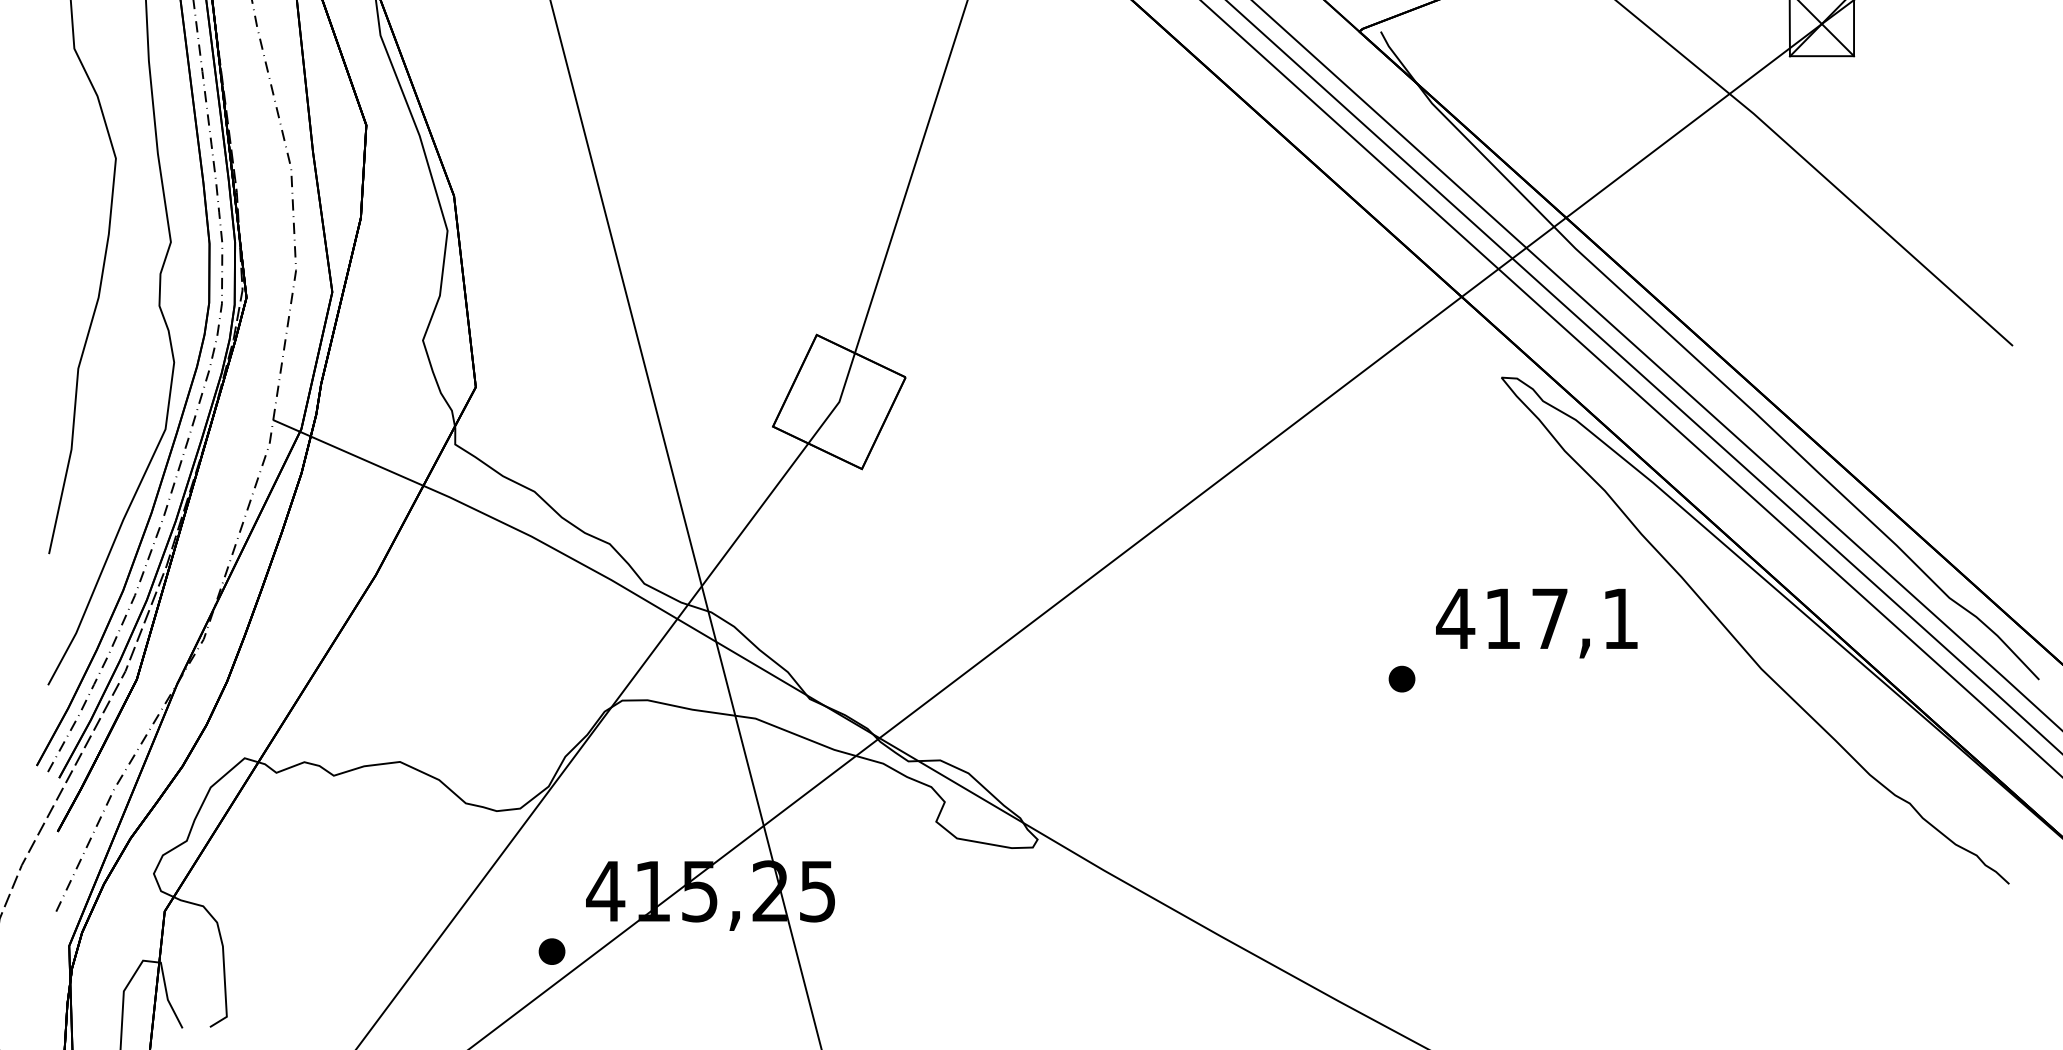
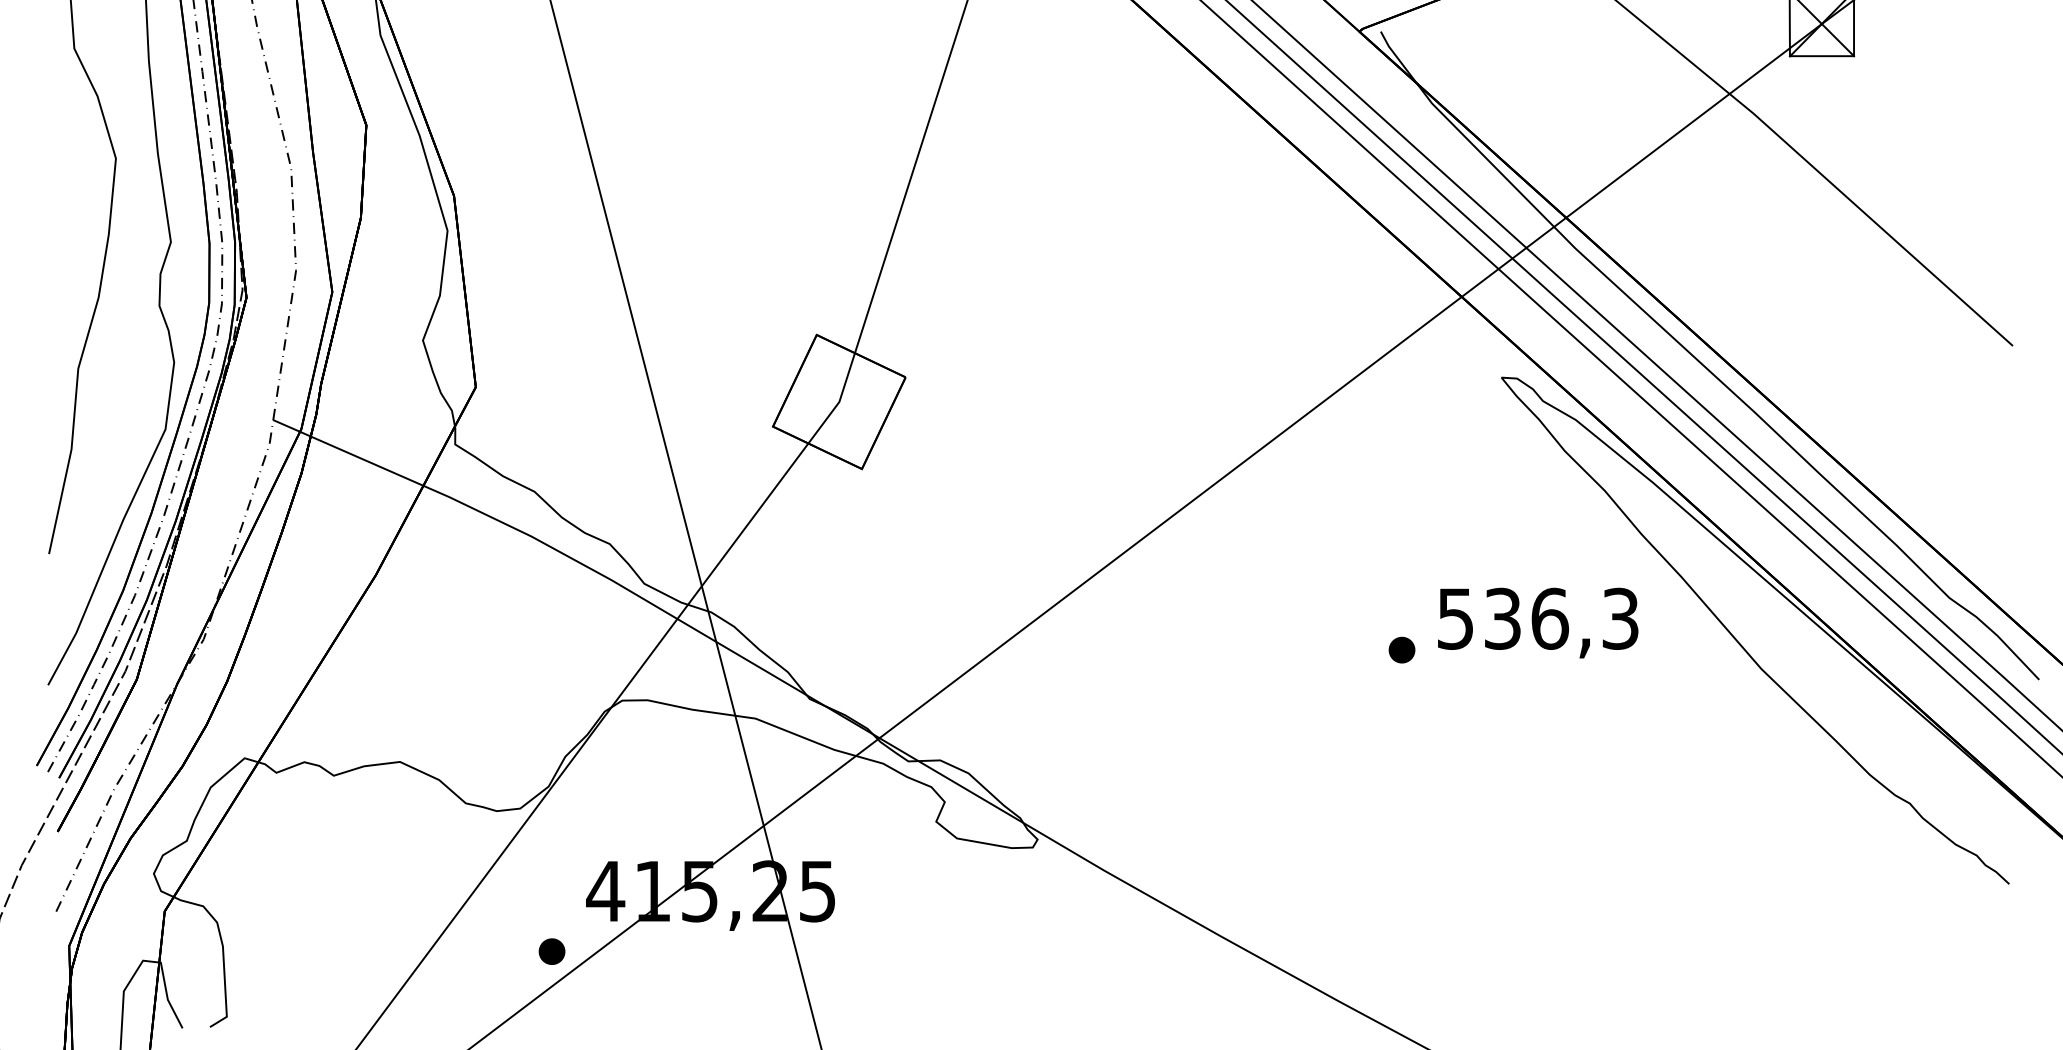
text at (1537, 618): 417,1 -> 536,3
part at (1401, 678) position: (1401, 678) -> (1401, 649)
